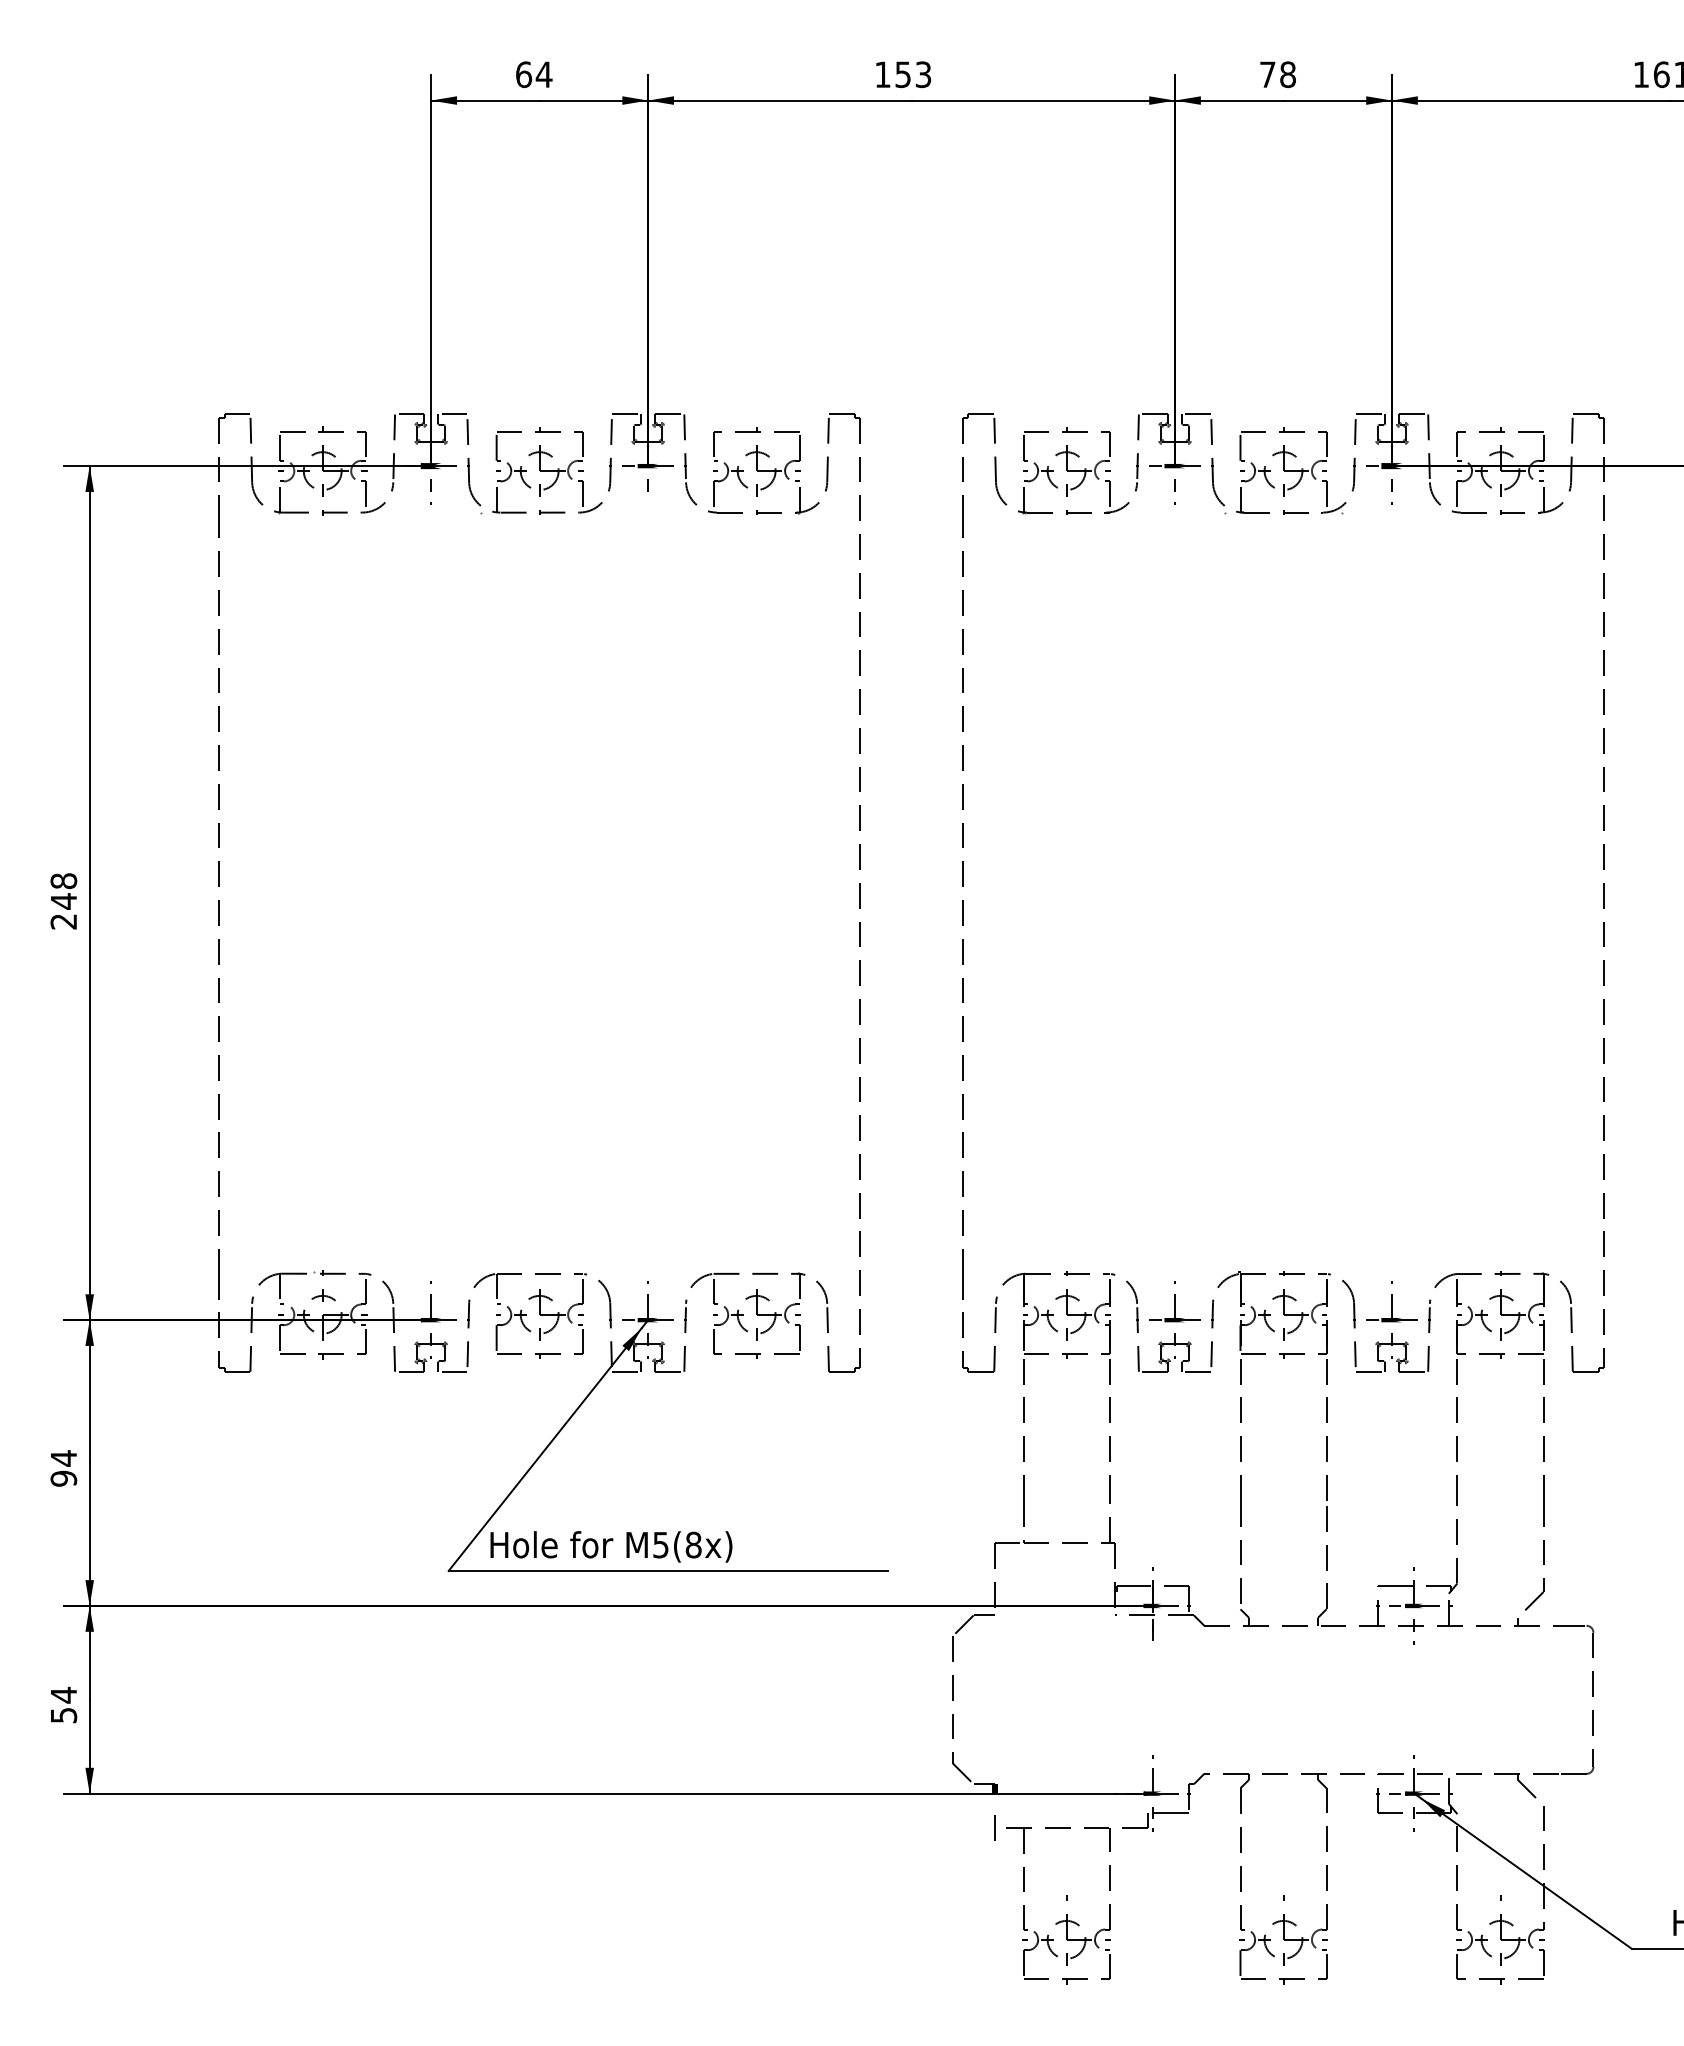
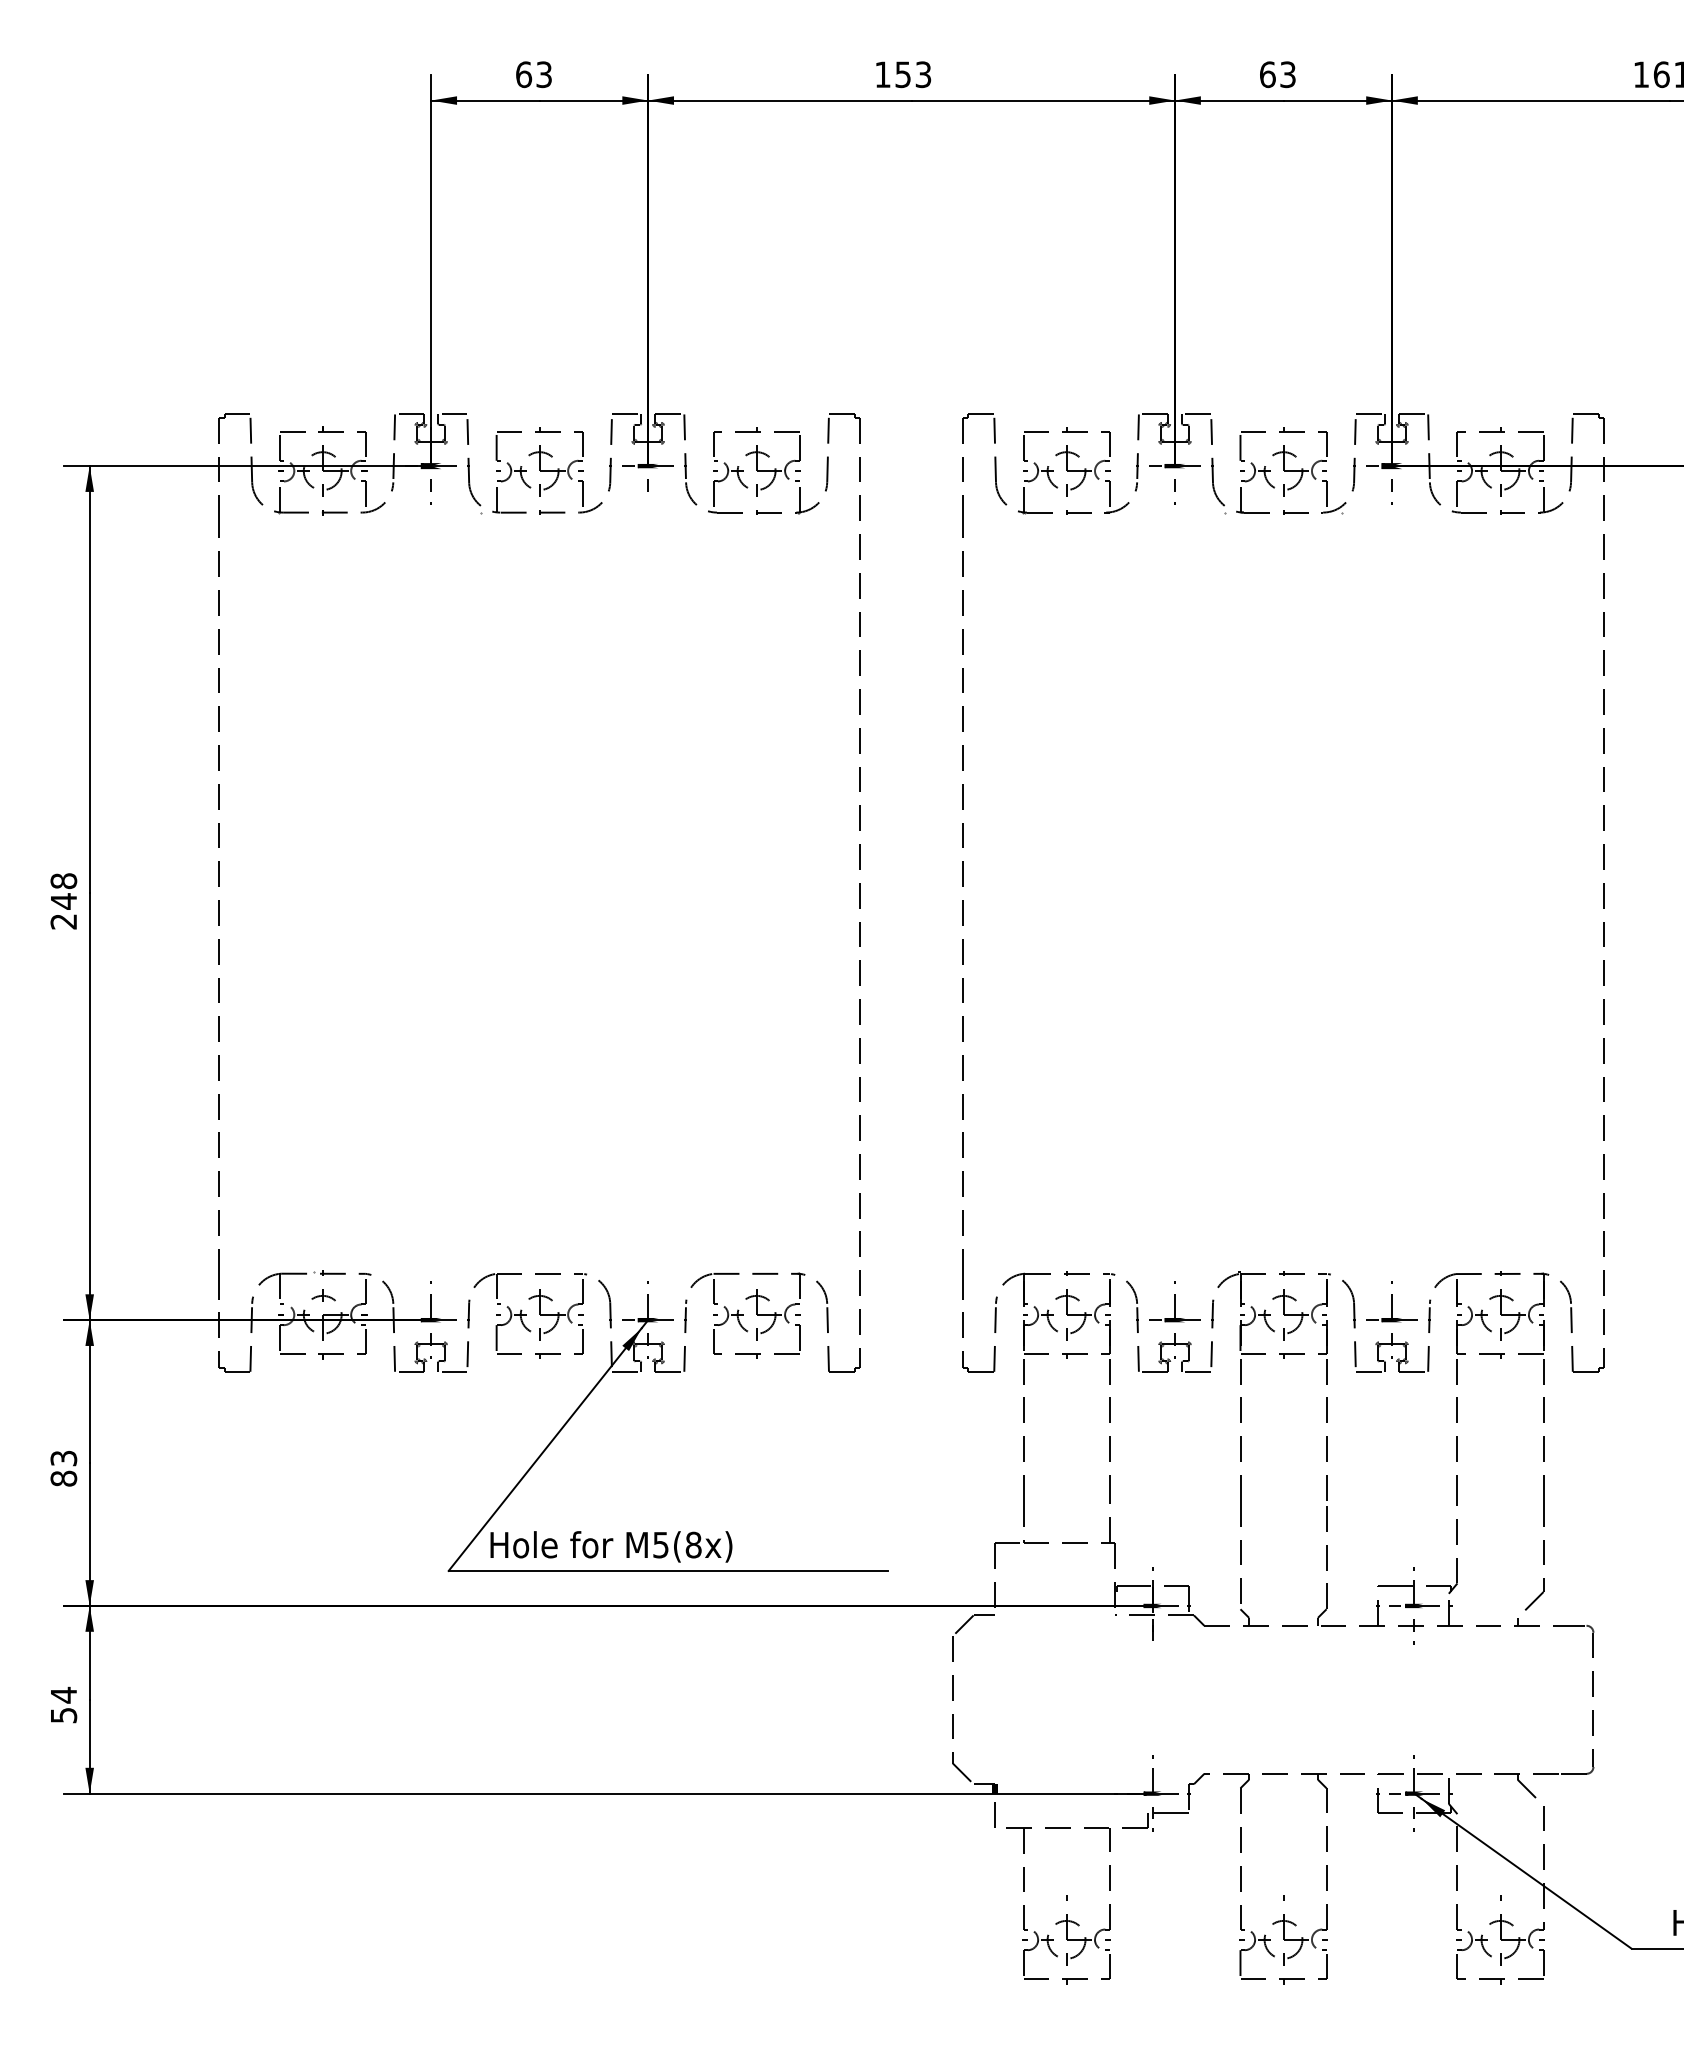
text at (543, 74): 64 -> 63
text at (1277, 74): 78 -> 63
text at (63, 1468): 94 -> 83
line at (994, 1827) position: (994, 1827) -> (994, 1814)
